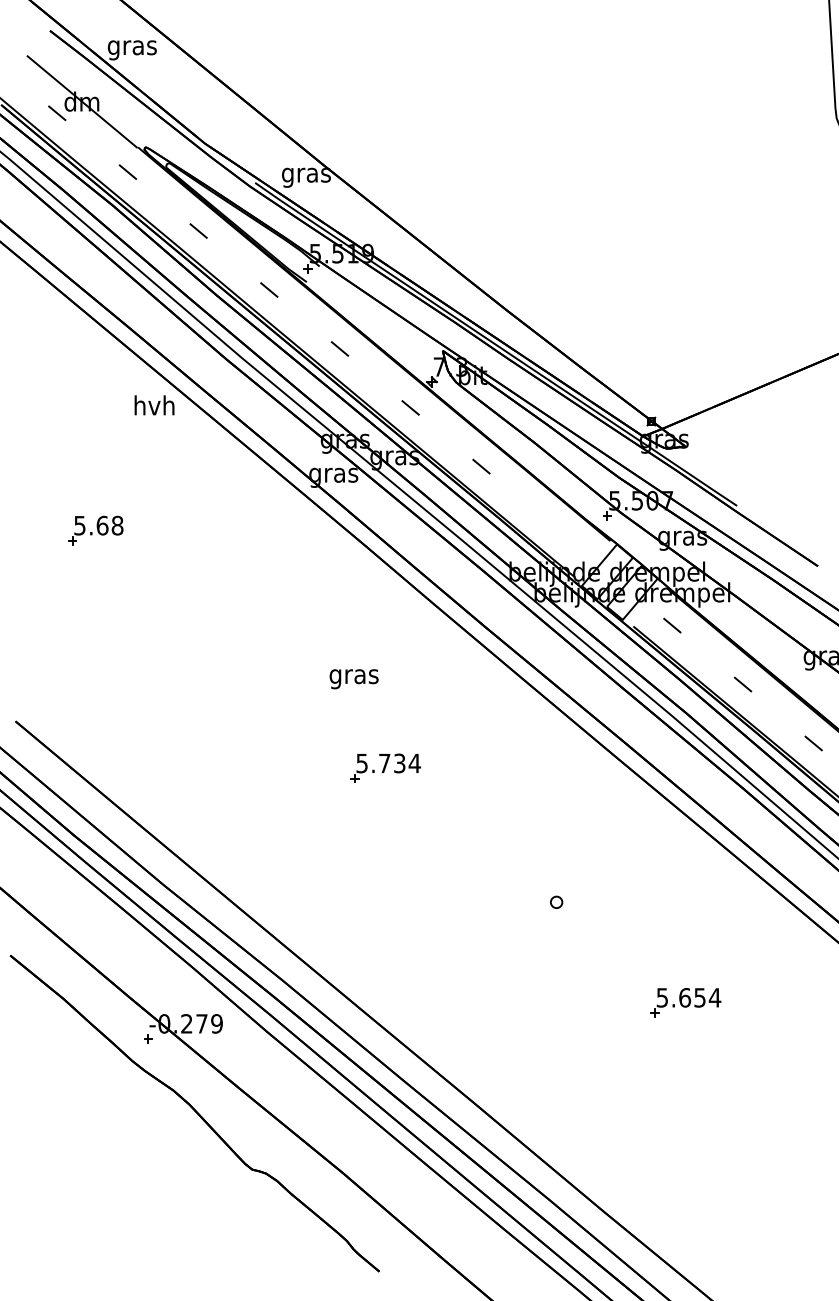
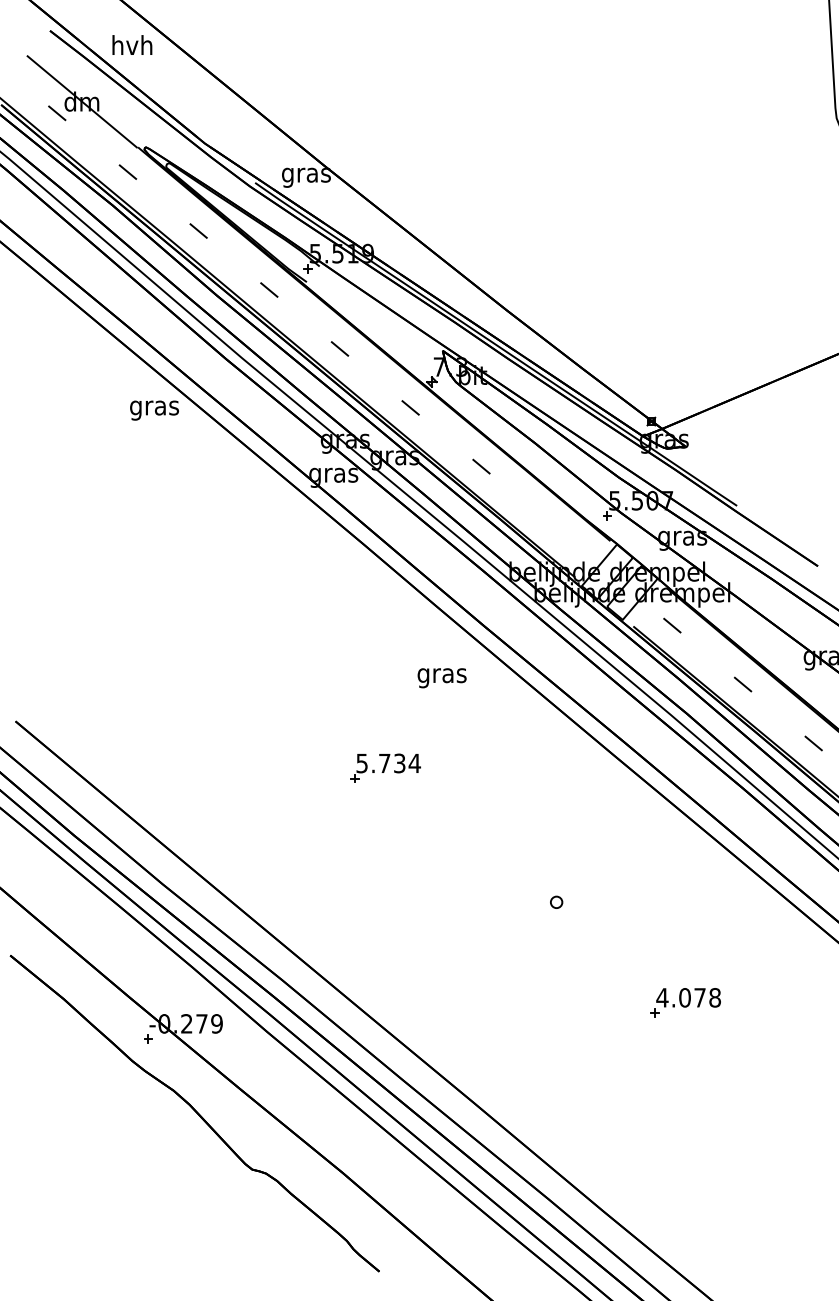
text at (131, 47): gras -> hvh
text at (154, 407): hvh -> gras
part at (95, 530): present -> none
text at (353, 679) position: (353, 679) -> (441, 678)
text at (688, 997): 5.654 -> 4.078
